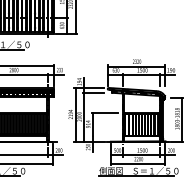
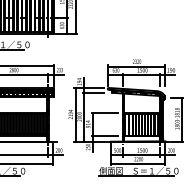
line at (104, 136): none -> present
